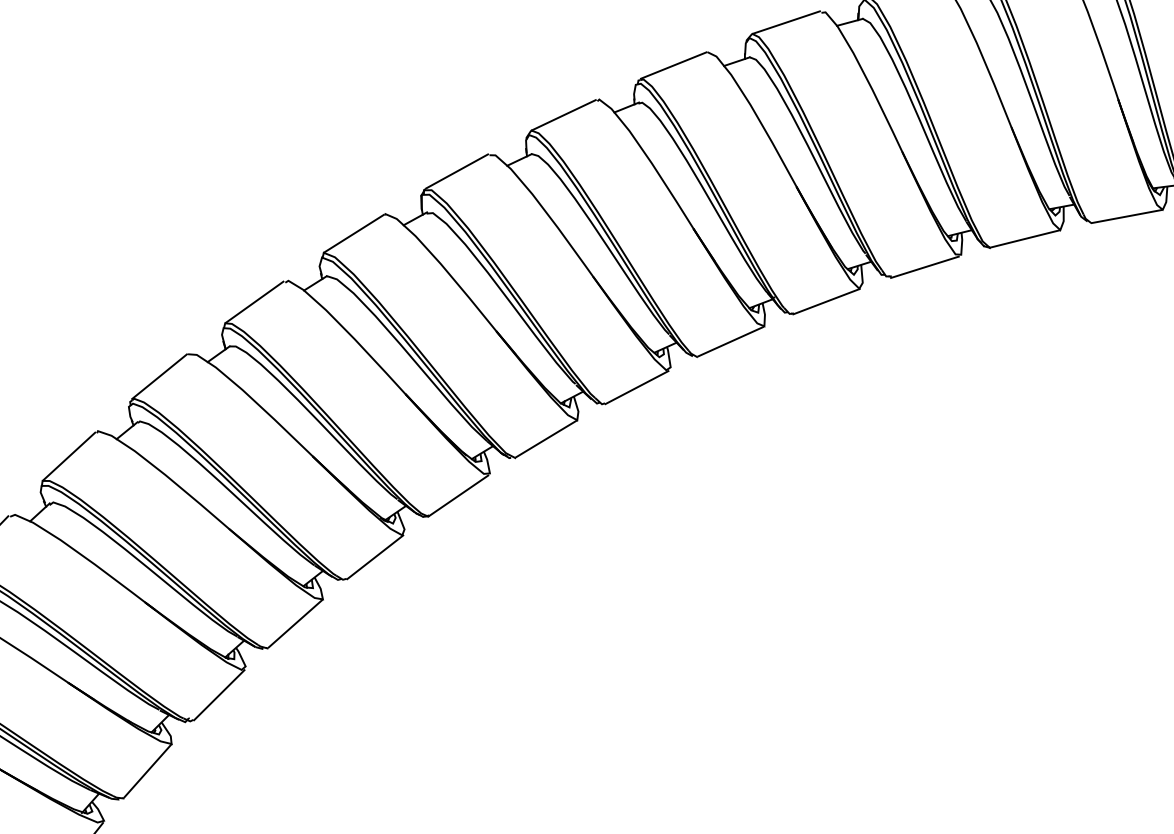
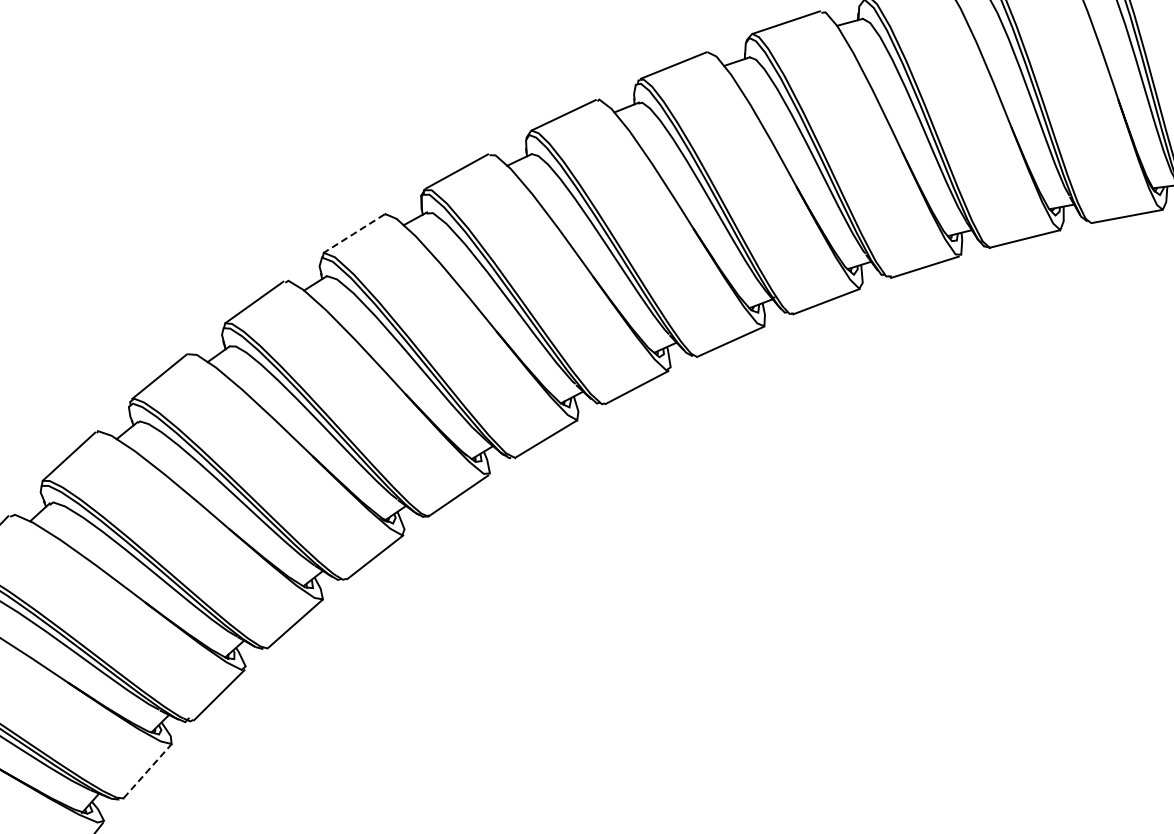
line at (353, 233): solid -> dashed
line at (147, 770): solid -> dashed
